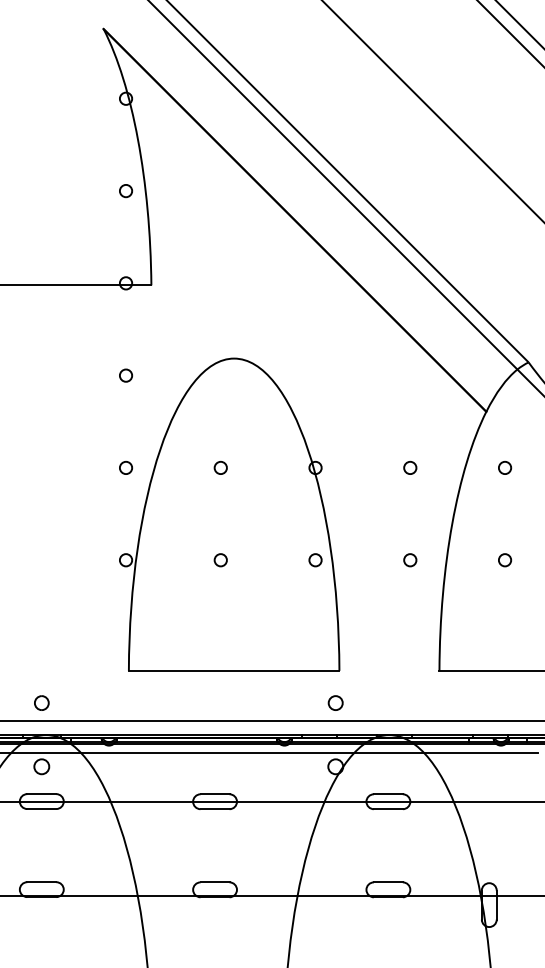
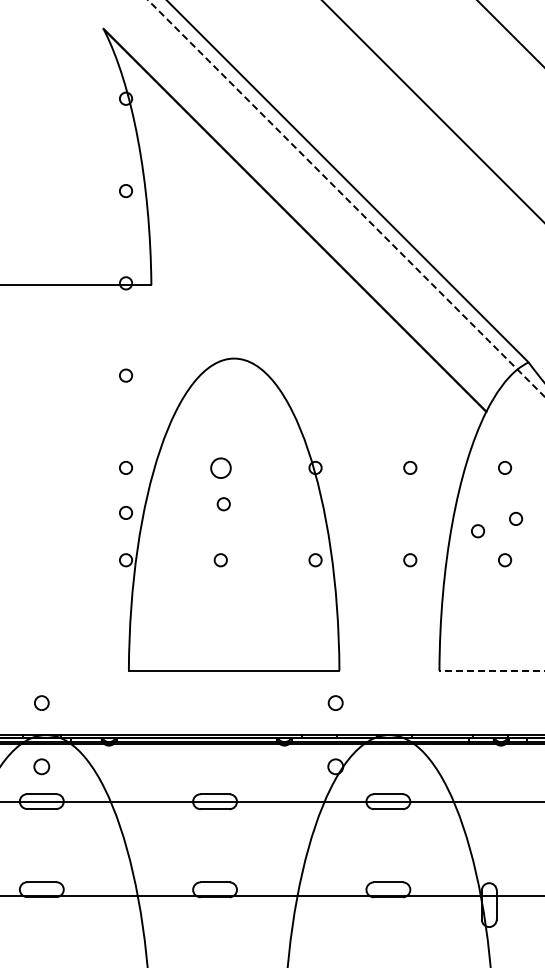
line at (519, 24): present -> none
line at (346, 198): solid -> dashed
circle at (220, 467) size: 15x15 px -> 22x22 px
circle at (223, 504): none -> present
circle at (125, 512): none -> present
circle at (516, 518): none -> present
circle at (478, 531): none -> present
line at (491, 670): solid -> dashed
line at (271, 720): present -> none
line at (270, 752): present -> none
